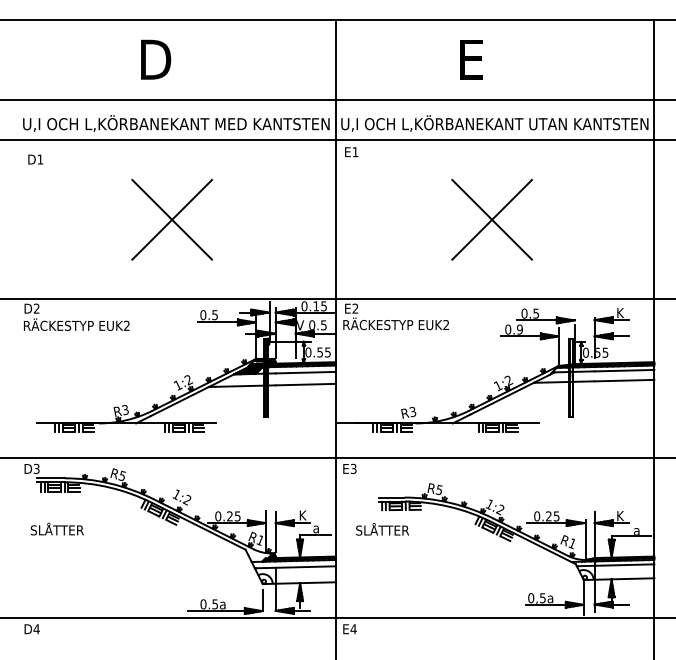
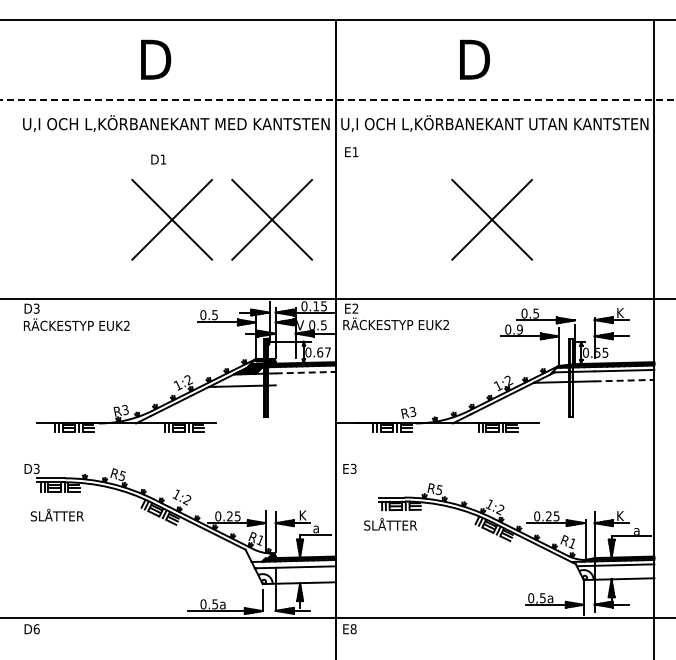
text at (474, 59): E -> D
line at (338, 99): solid -> dashed
line at (337, 139): present -> none
text at (35, 159) position: (35, 159) -> (158, 159)
part at (272, 219): none -> present
text at (36, 308): D2 -> D3
text at (323, 352): 0.55 -> 0.67
line at (305, 372): solid -> dashed
line at (624, 380): solid -> dashed
line at (305, 384): present -> none
line at (337, 458): present -> none
text at (56, 528) position: (56, 528) -> (56, 514)
text at (382, 529) position: (382, 529) -> (390, 524)
text at (36, 629): D4 -> D6
text at (353, 629): E4 -> E8
